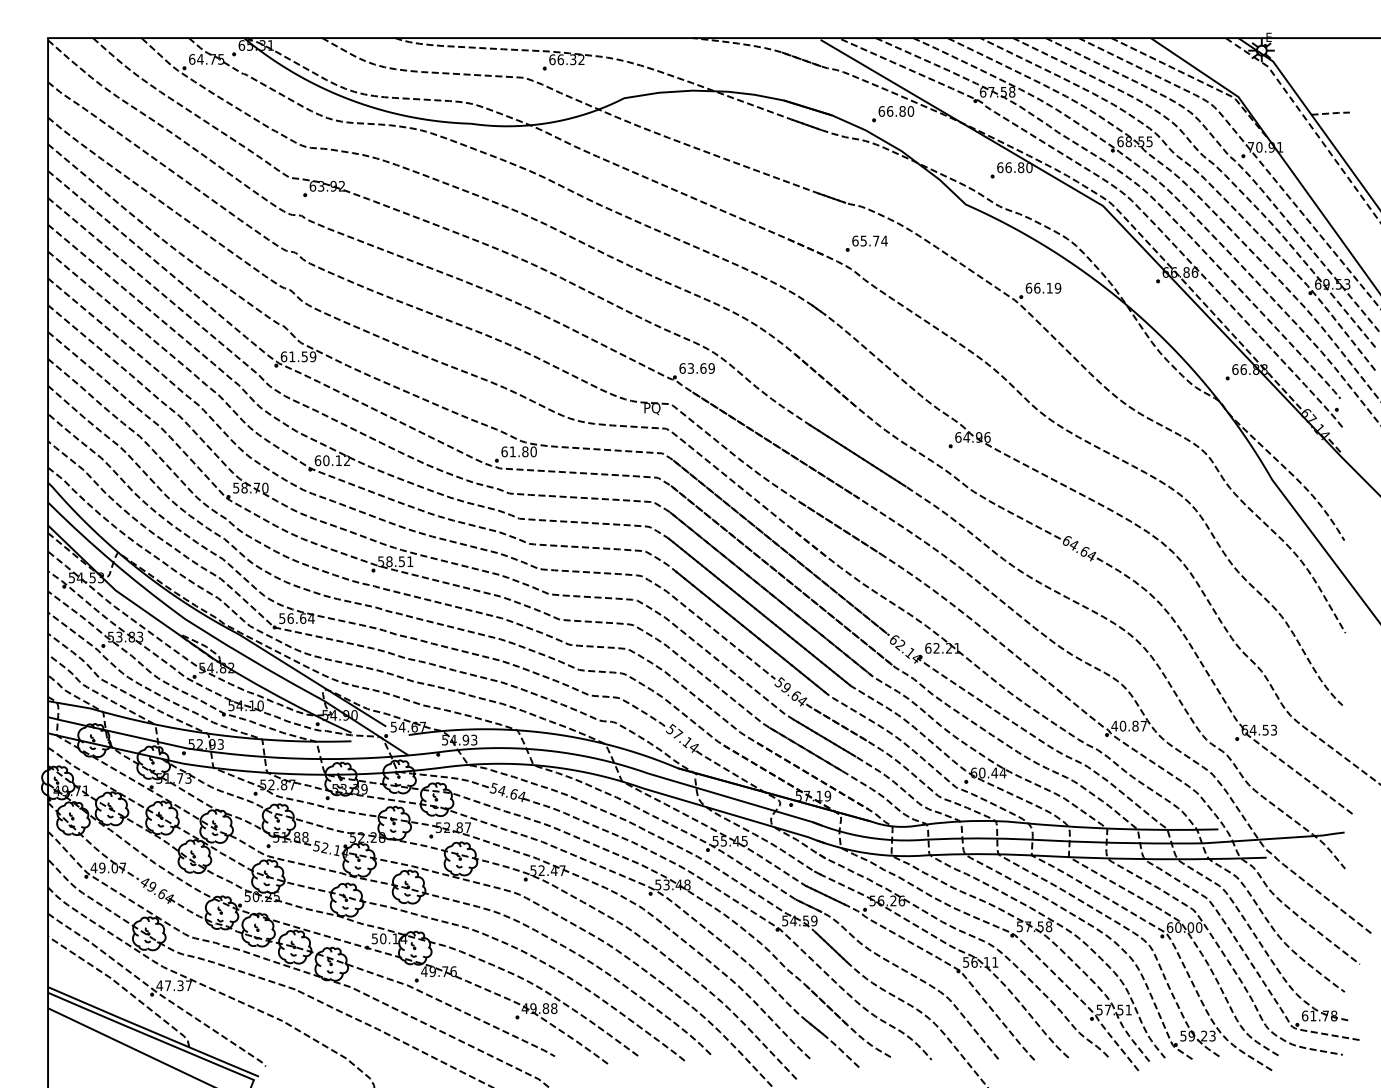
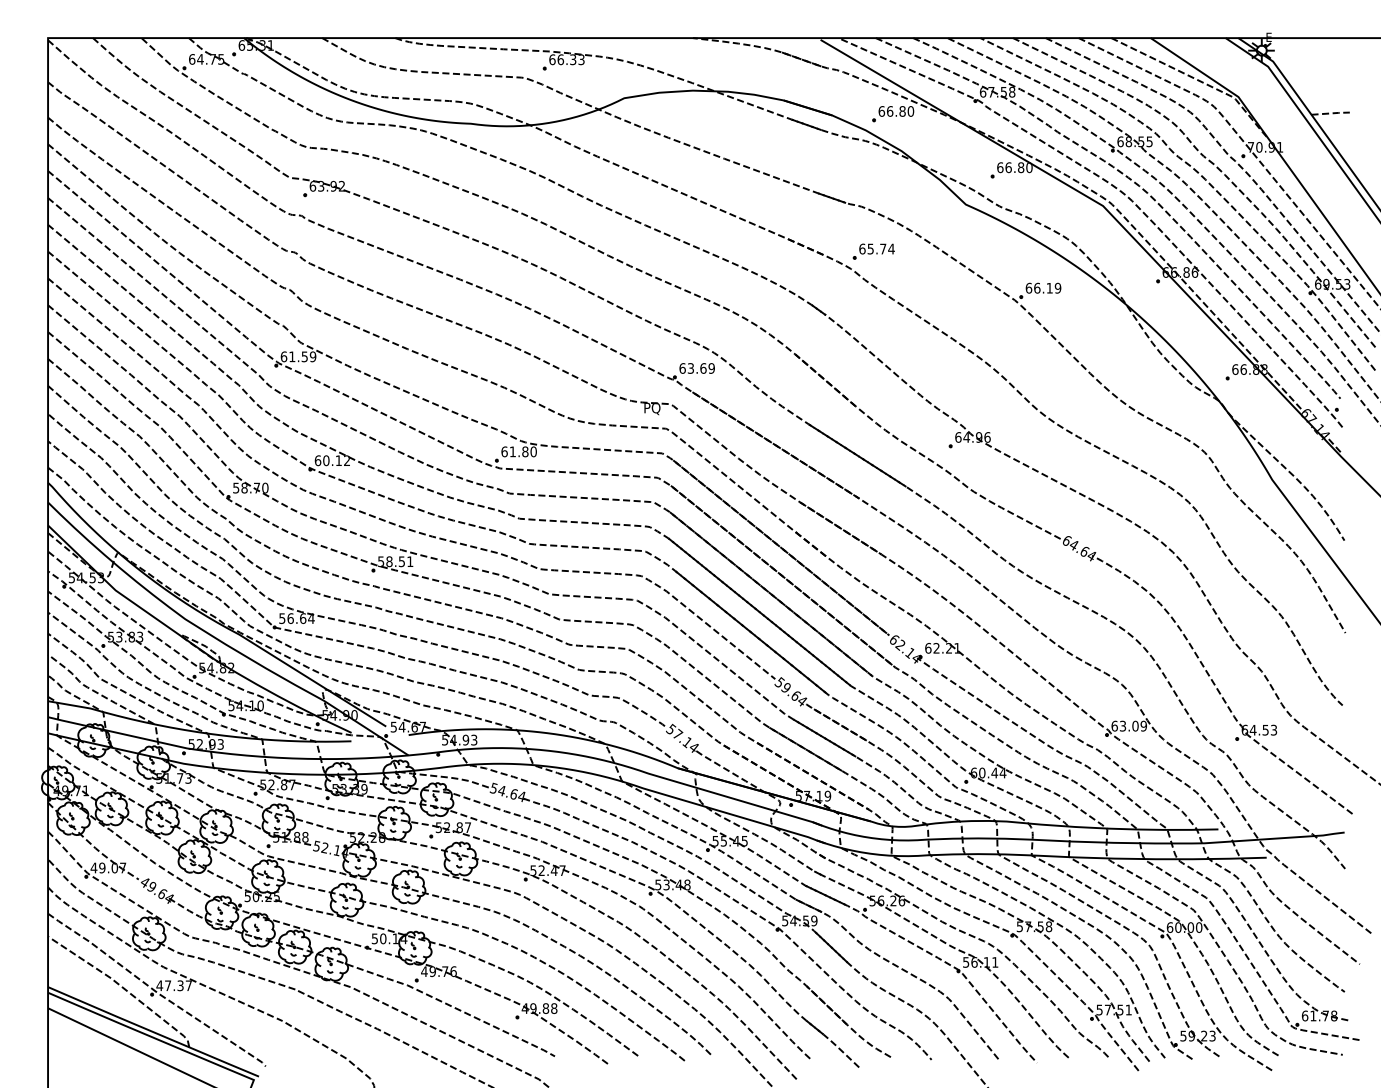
text at (581, 60): 66.32 -> 66.33
line at (1309, 123): dashed -> solid
part at (866, 243) position: (866, 243) -> (873, 251)
text at (1128, 725): 40.87 -> 63.09
